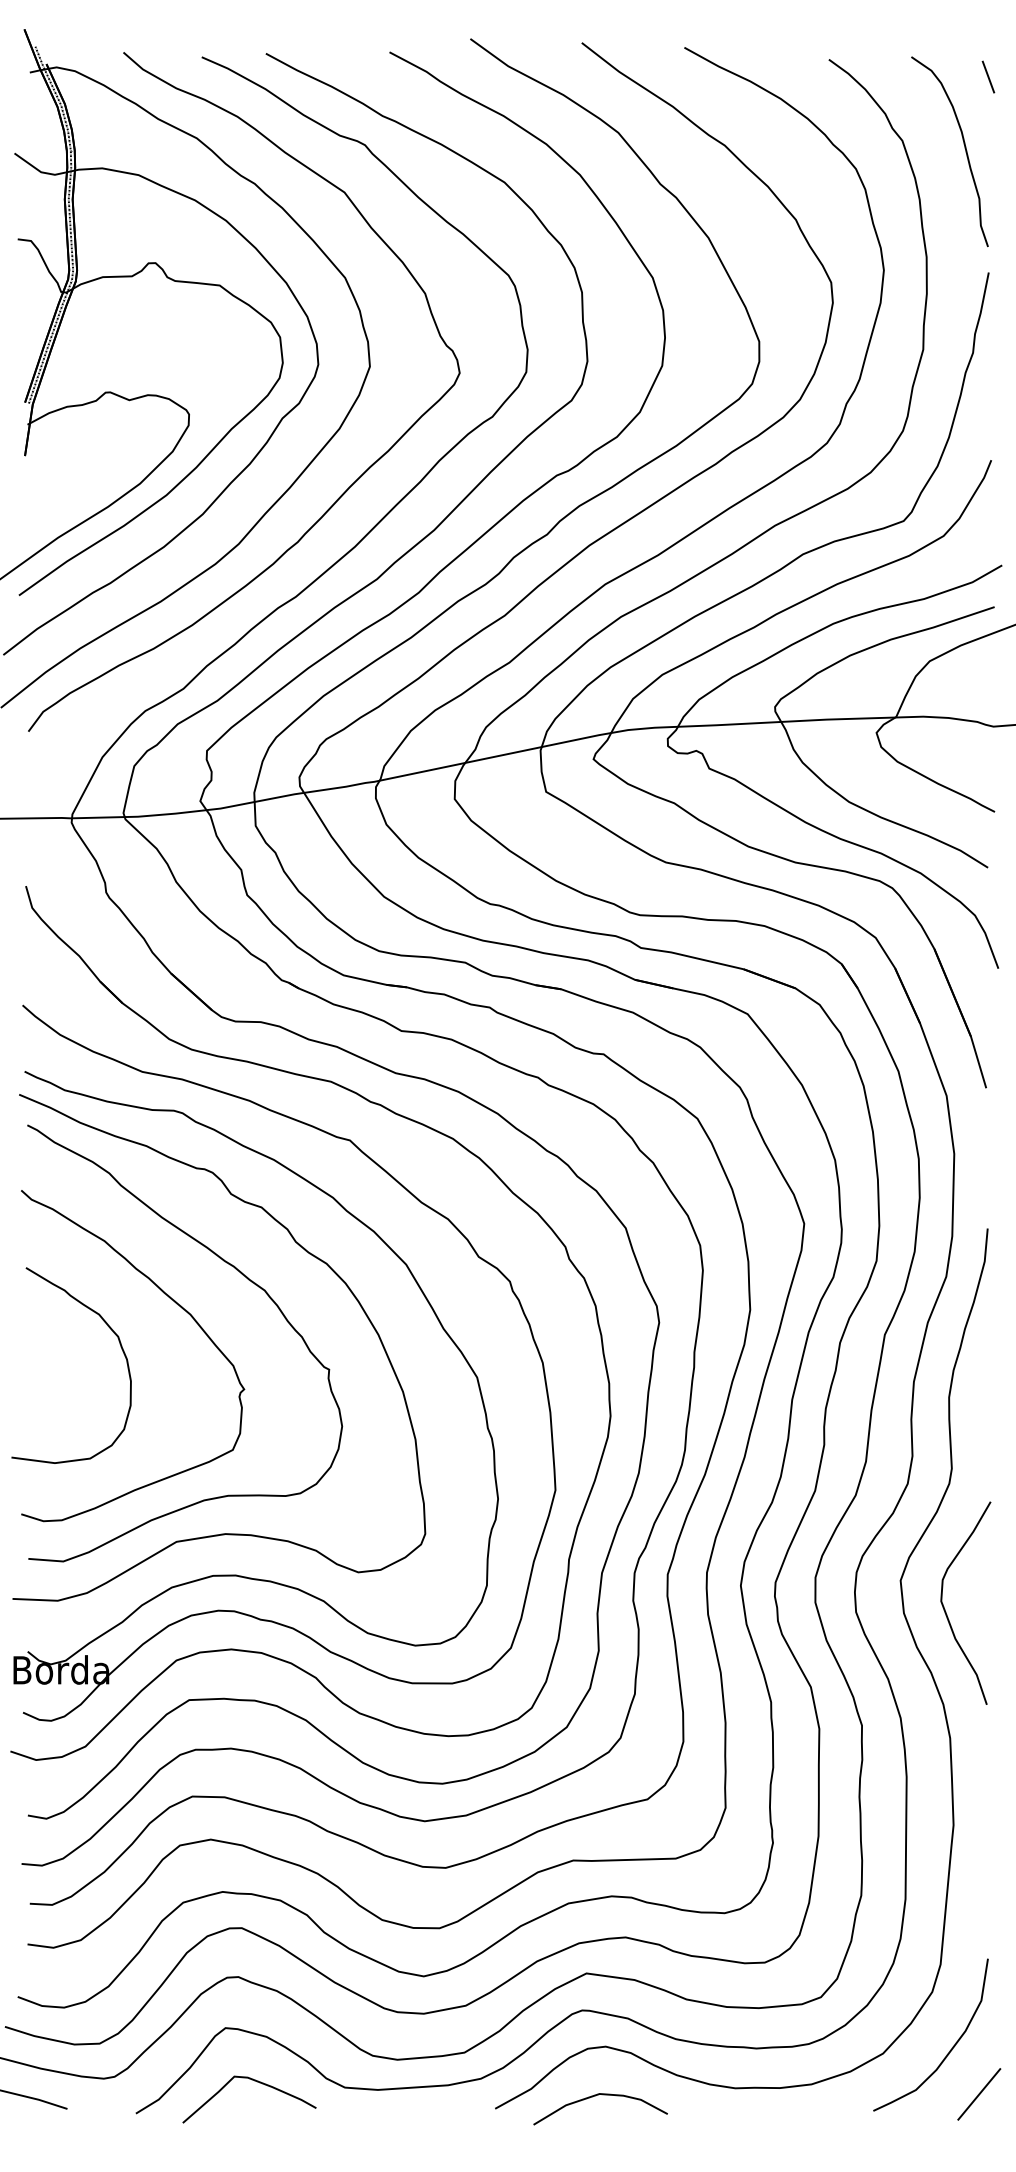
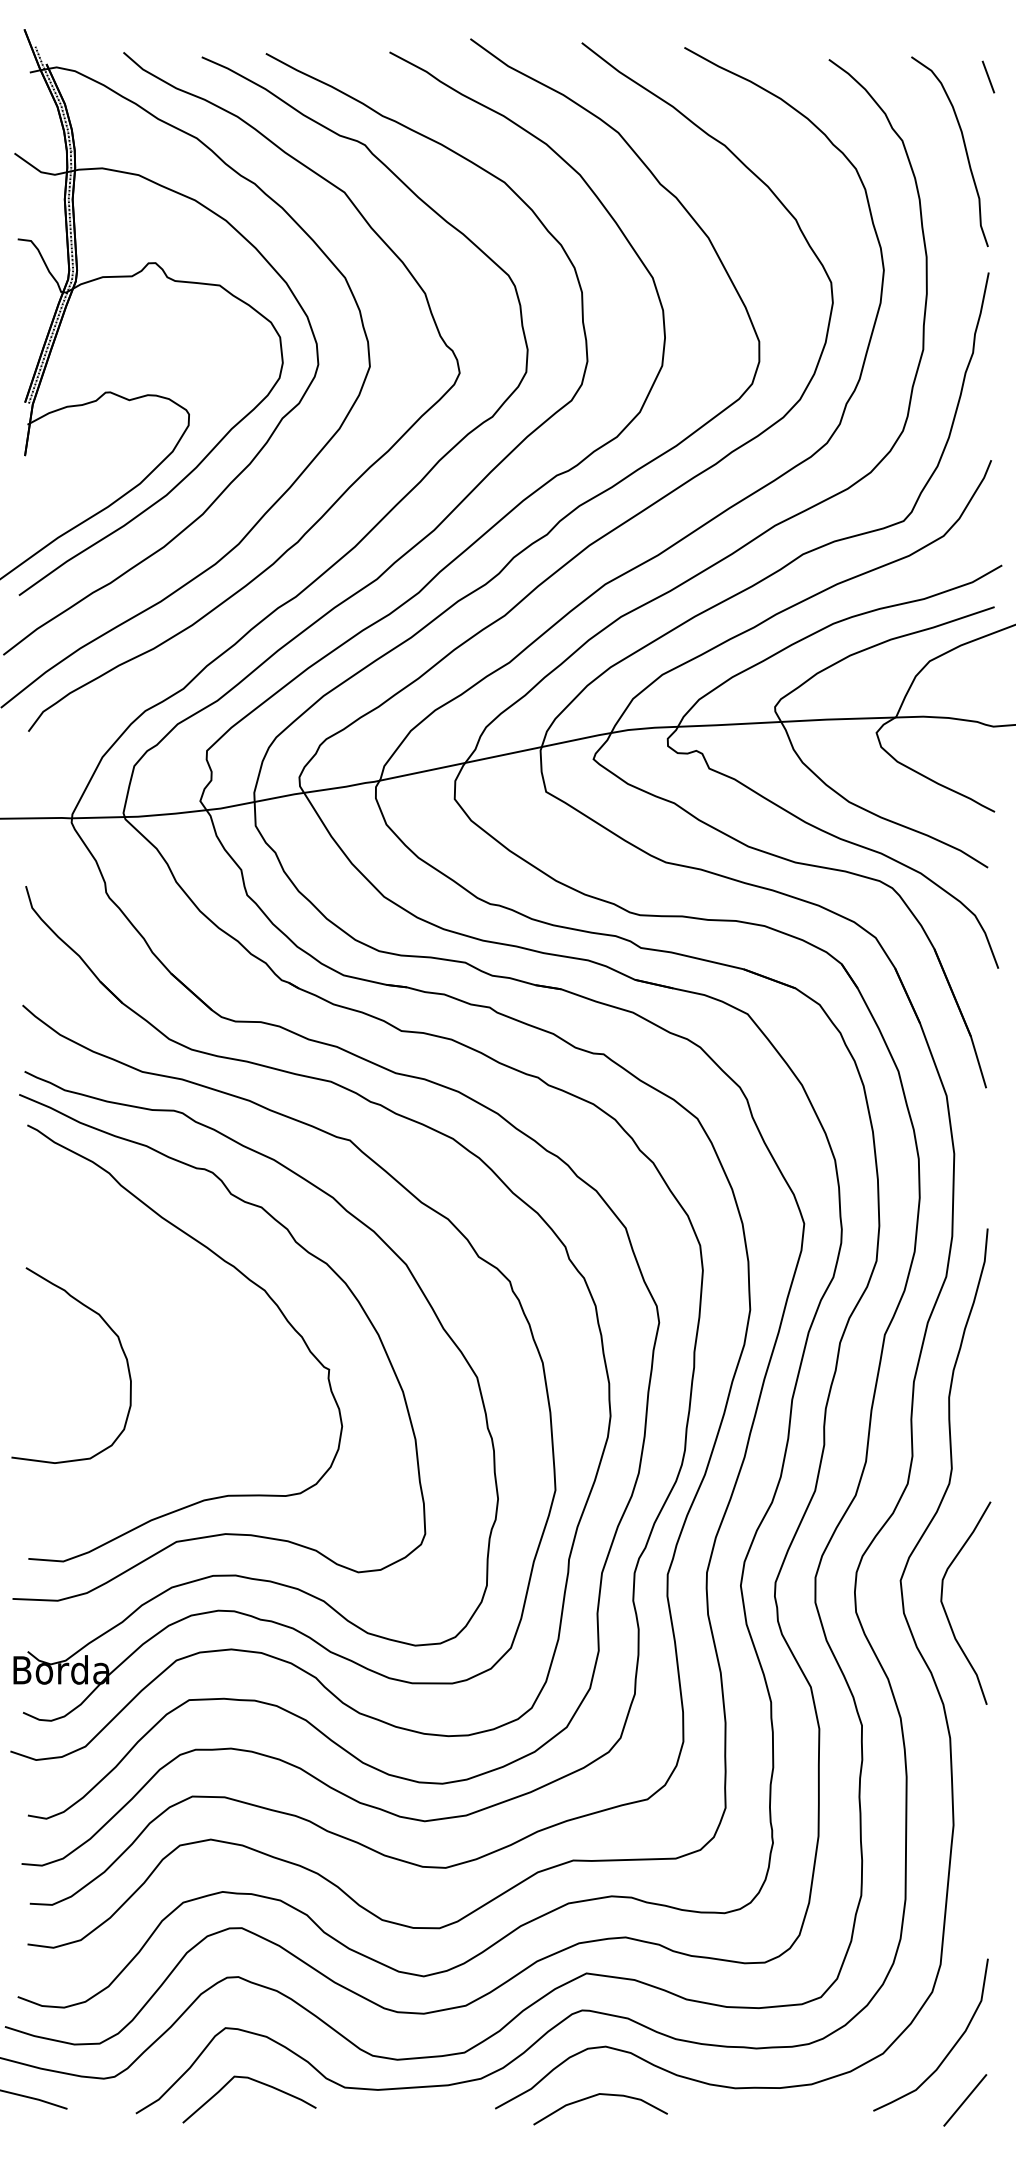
part at (176, 1304): present -> none
line at (979, 2094) position: (979, 2094) -> (965, 2100)
